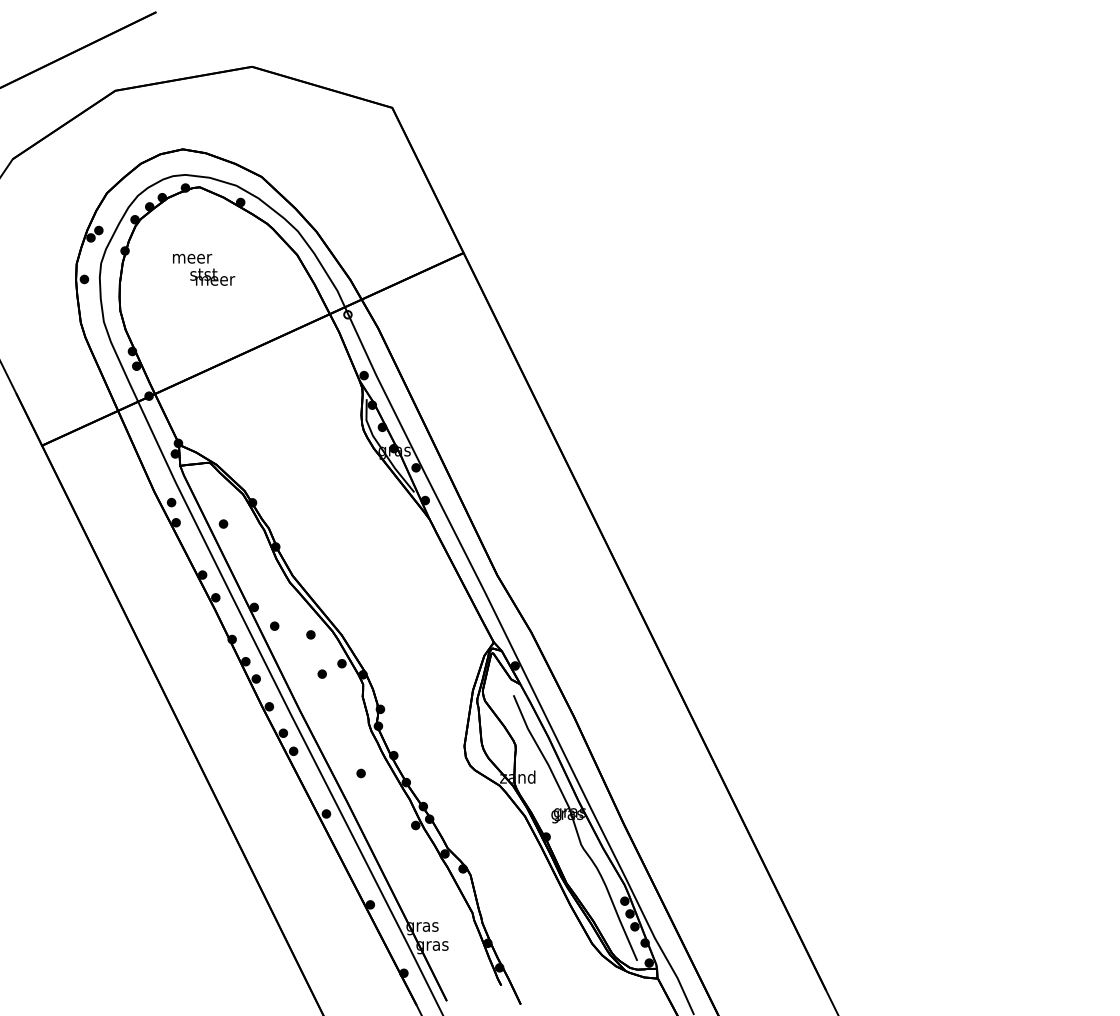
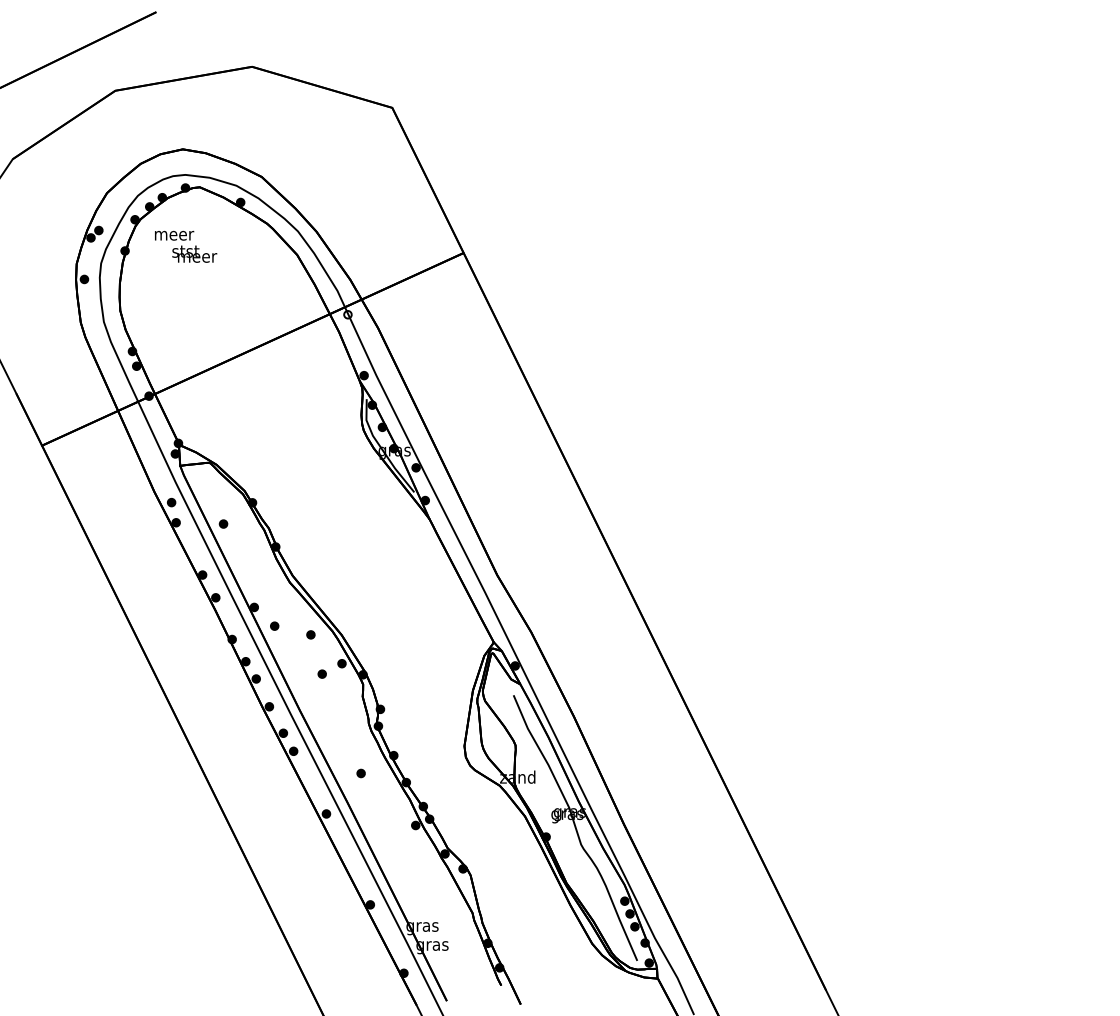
text at (204, 269) position: (204, 269) -> (186, 246)
